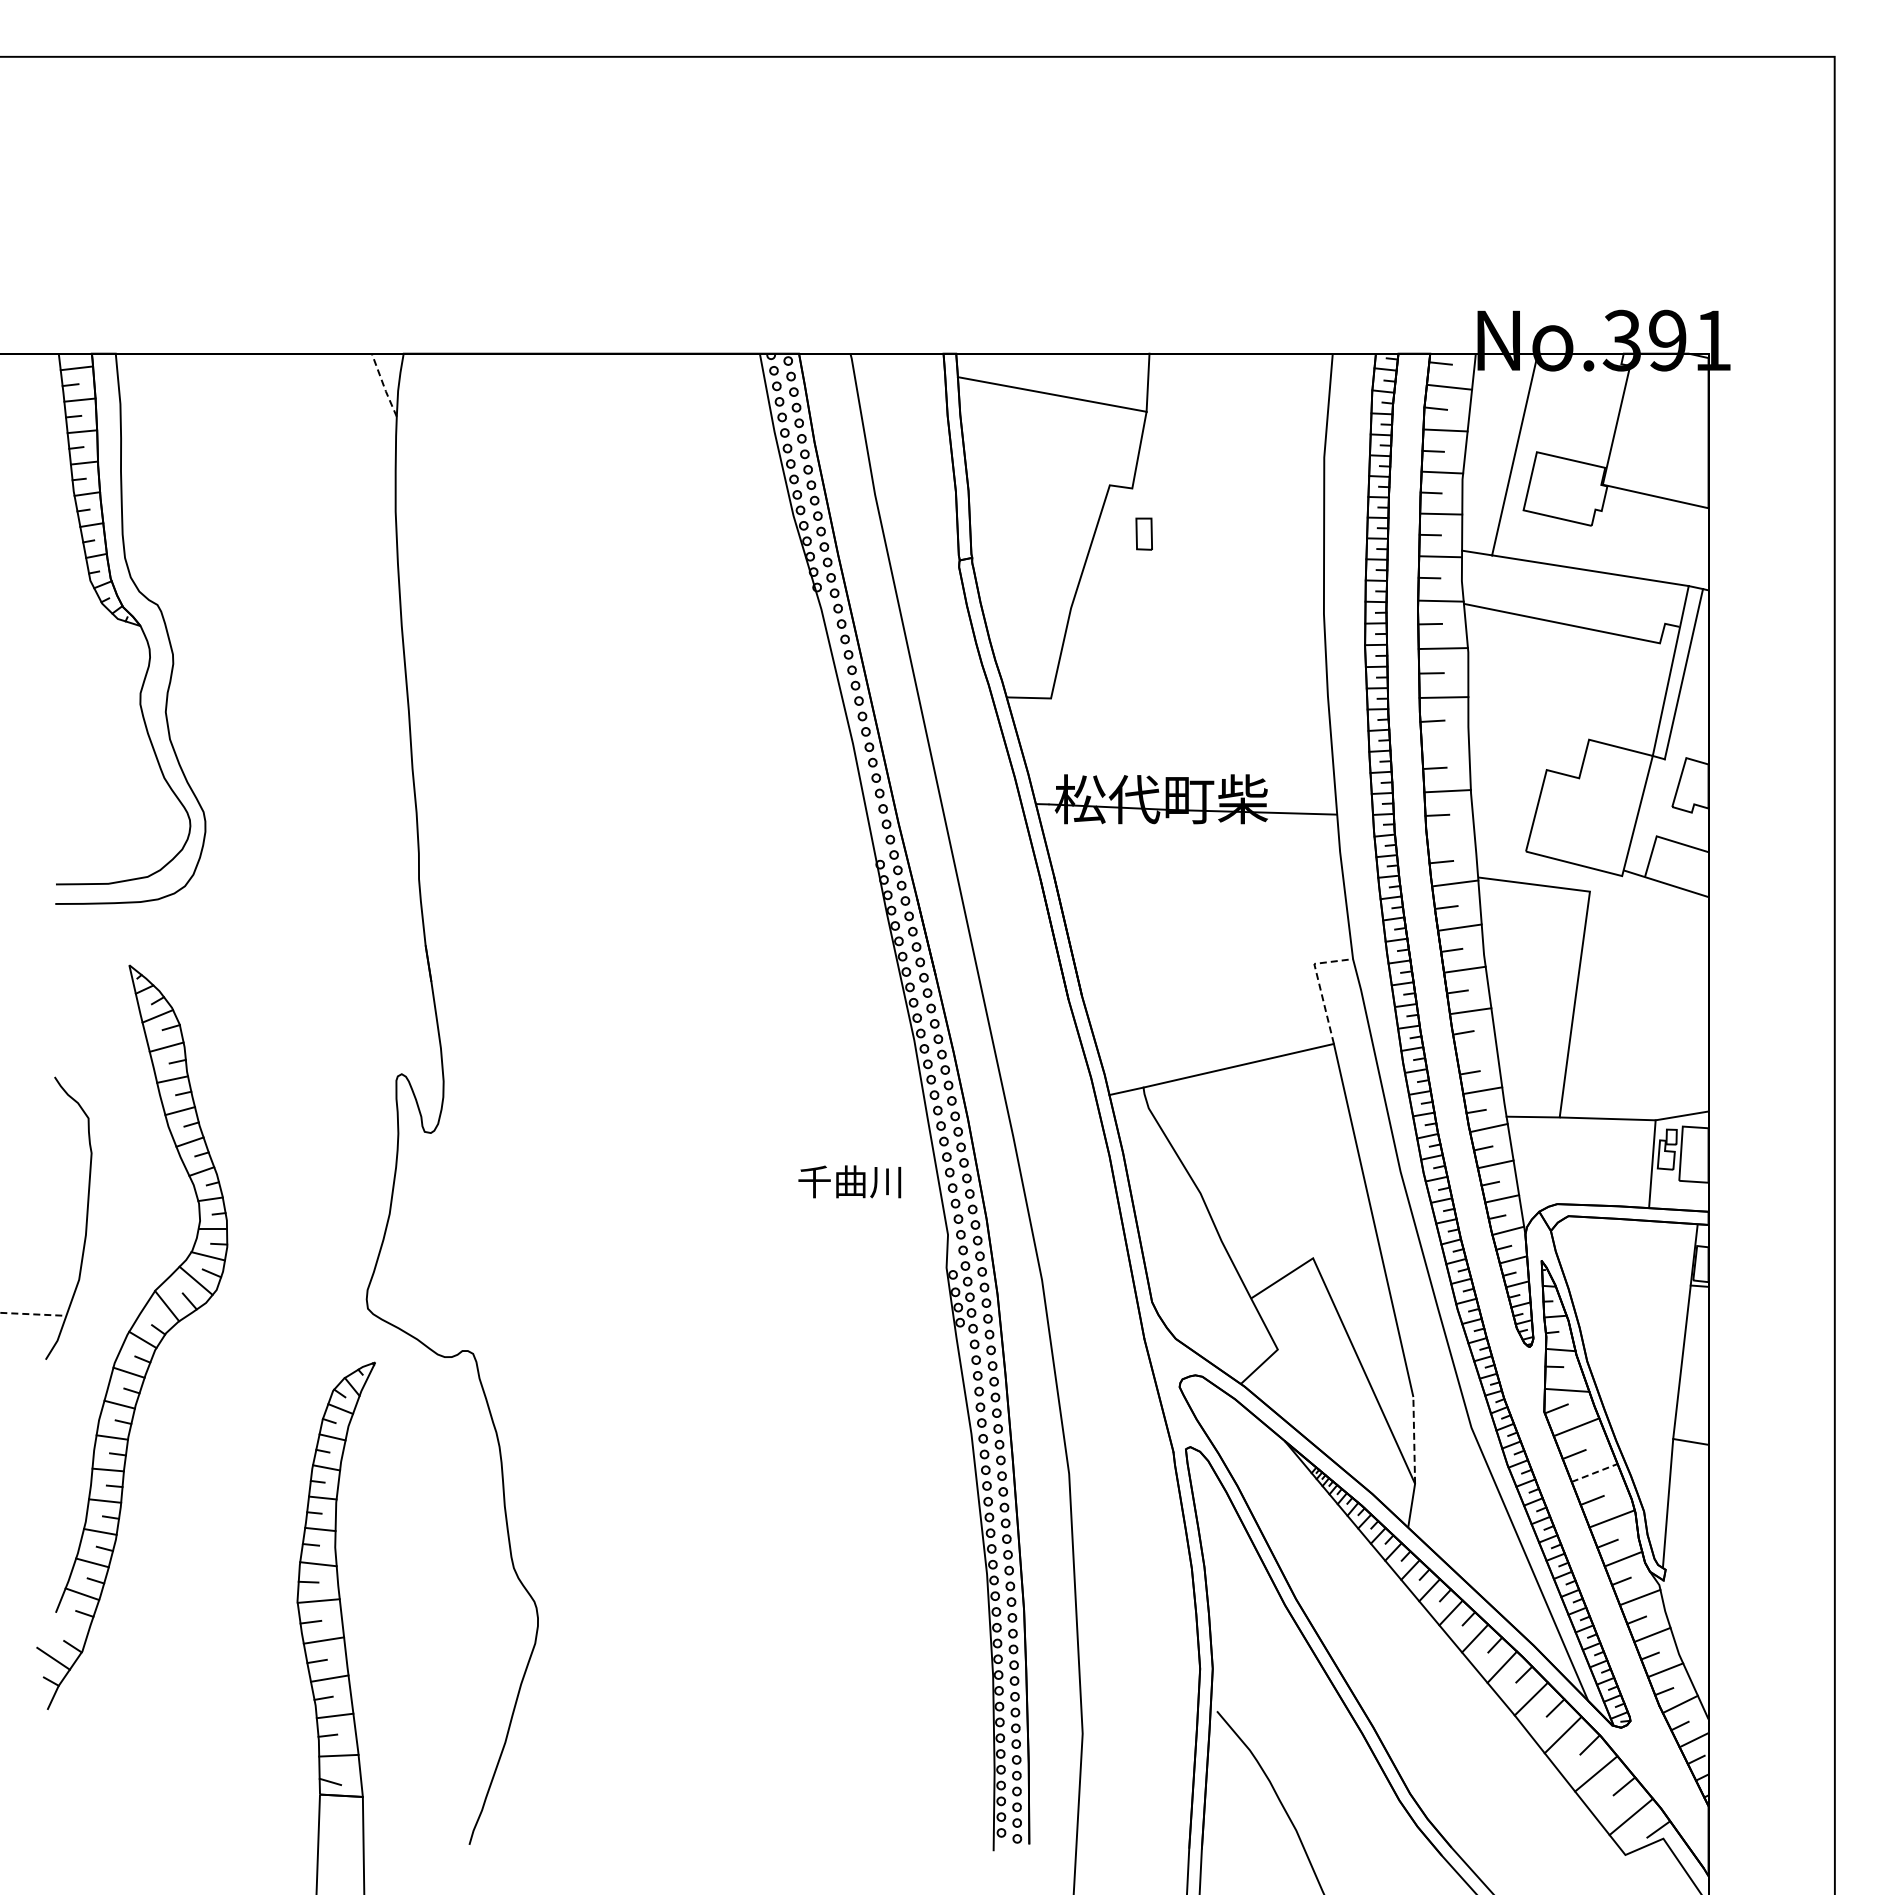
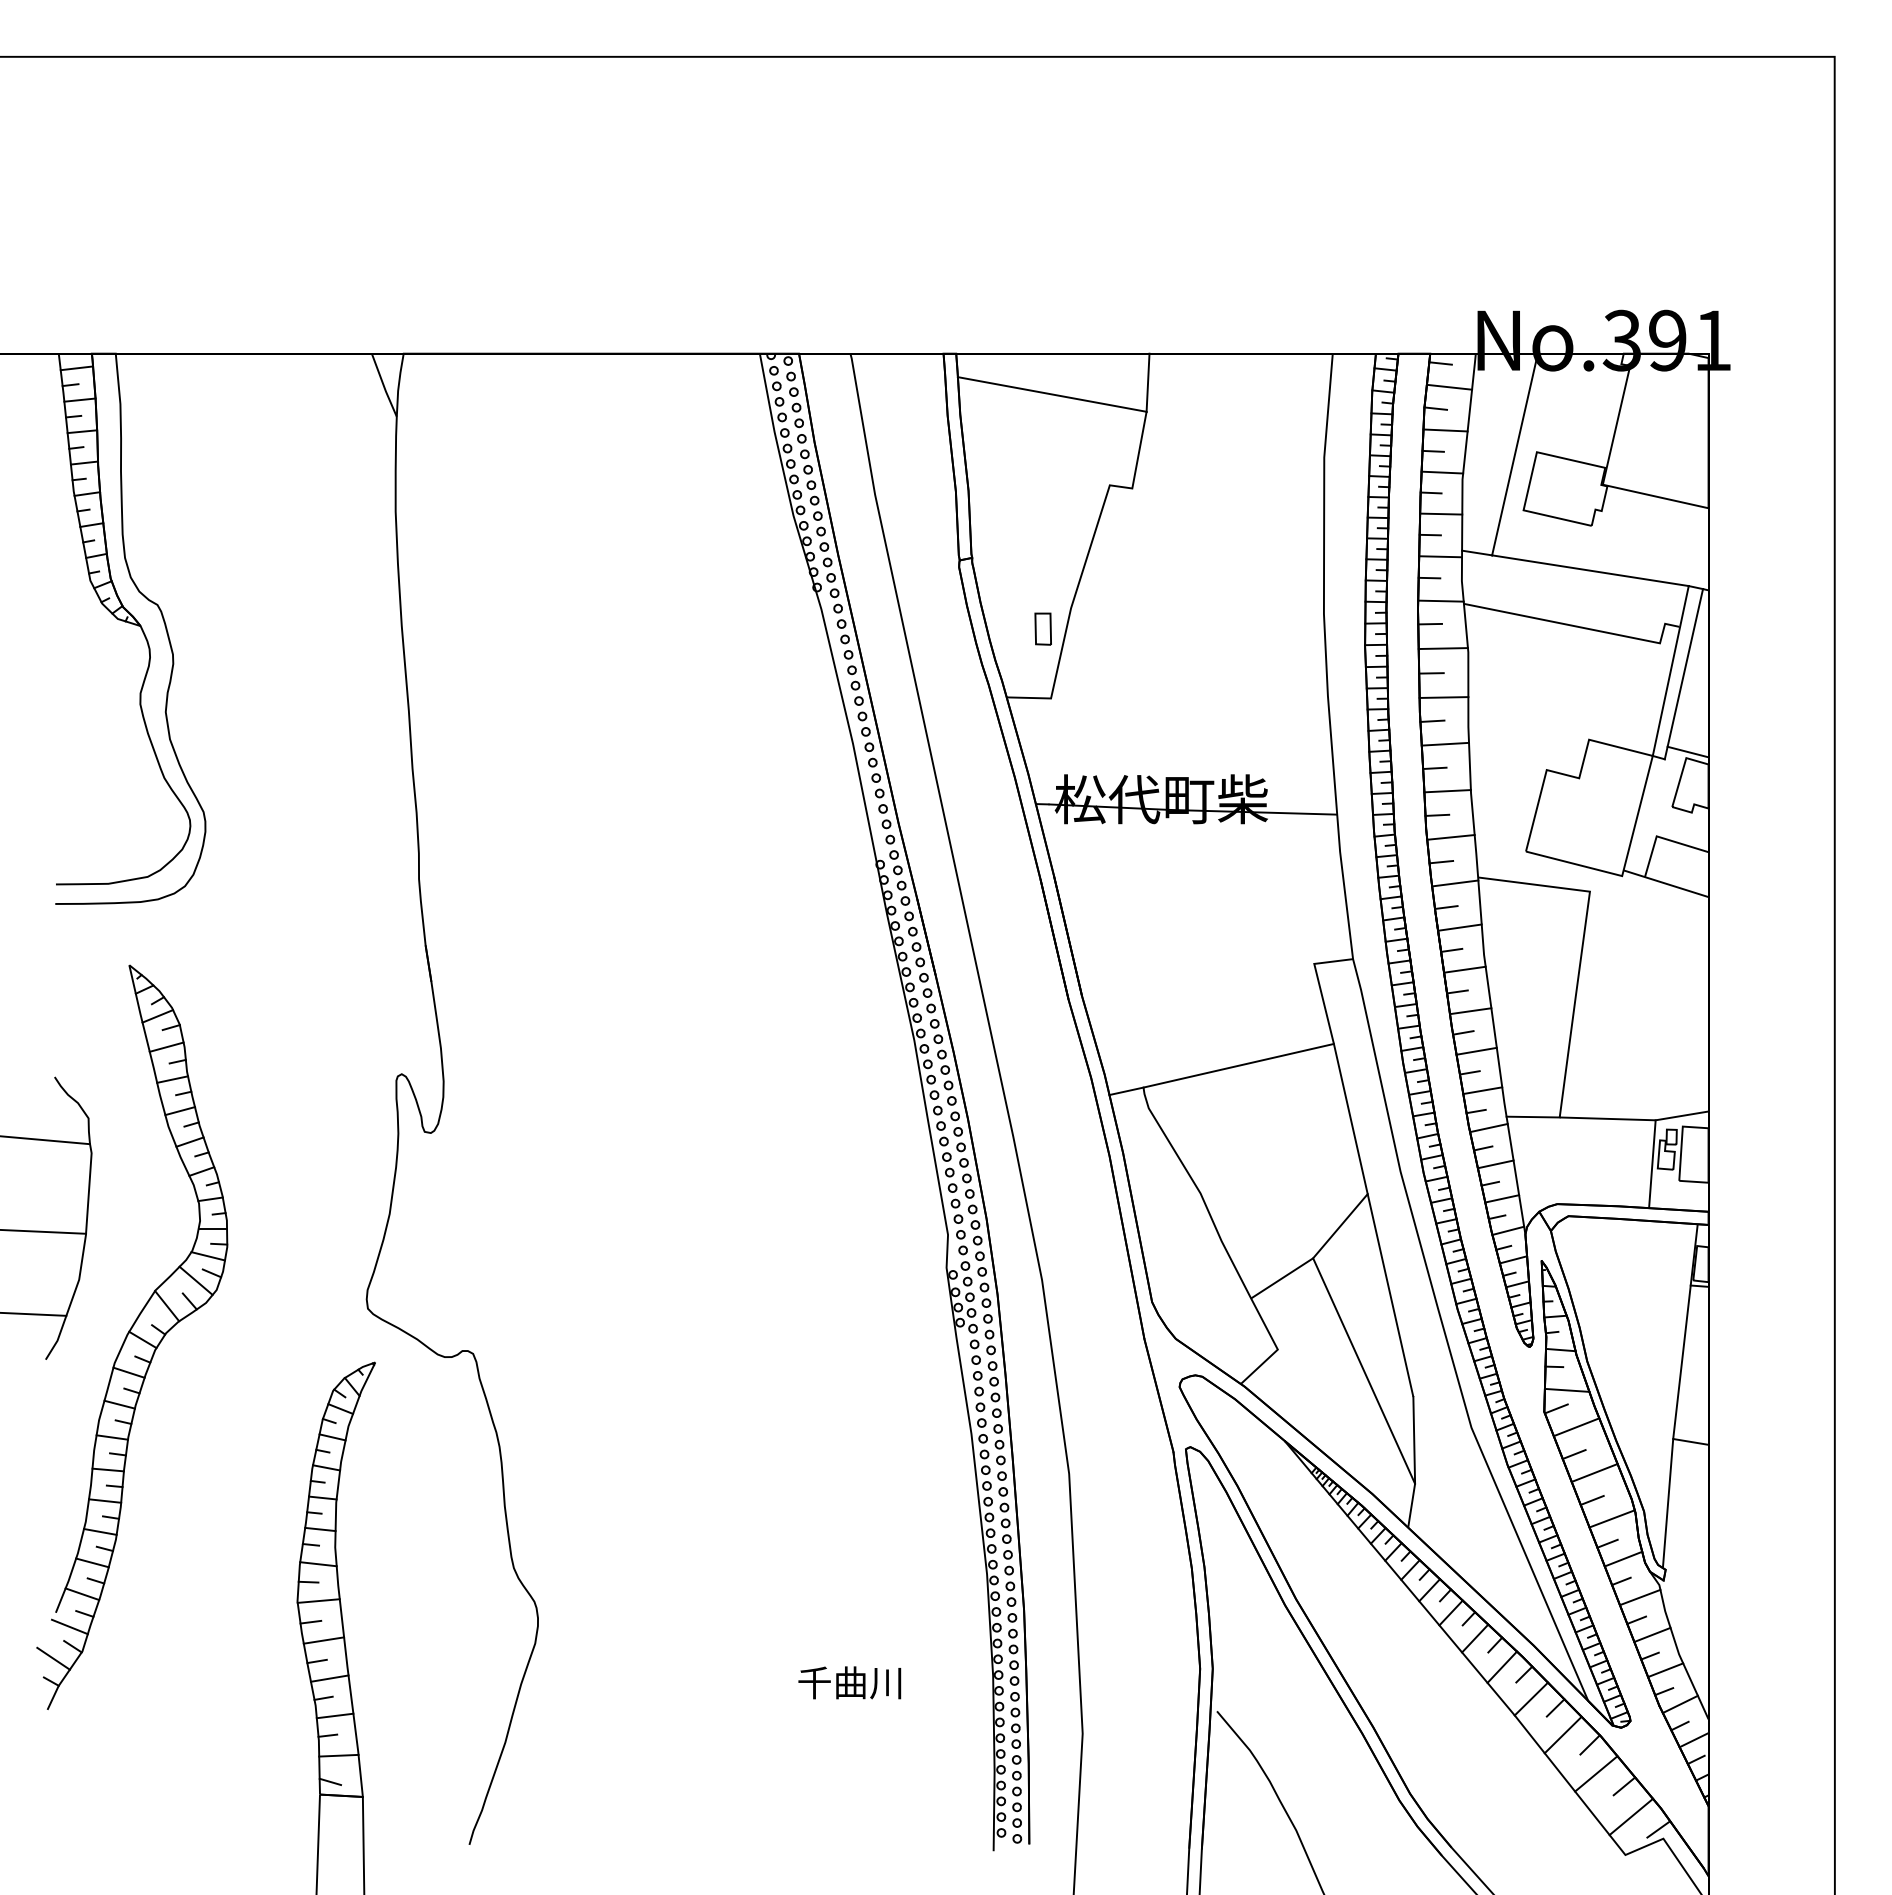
line at (383, 385): dashed -> solid
part at (1143, 533) position: (1143, 533) -> (1042, 628)
line at (1445, 743): none -> present
line at (1687, 751): none -> present
line at (1450, 837): none -> present
line at (1319, 984): dashed -> solid
line at (1476, 1050): none -> present
line at (45, 1140): none -> present
text at (849, 1181) position: (849, 1181) -> (849, 1682)
line at (1340, 1226): none -> present
line at (44, 1231): none -> present
line at (33, 1314): dashed -> solid
line at (1414, 1439): dashed -> solid
line at (1594, 1472): dashed -> solid
line at (69, 1626): none -> present
